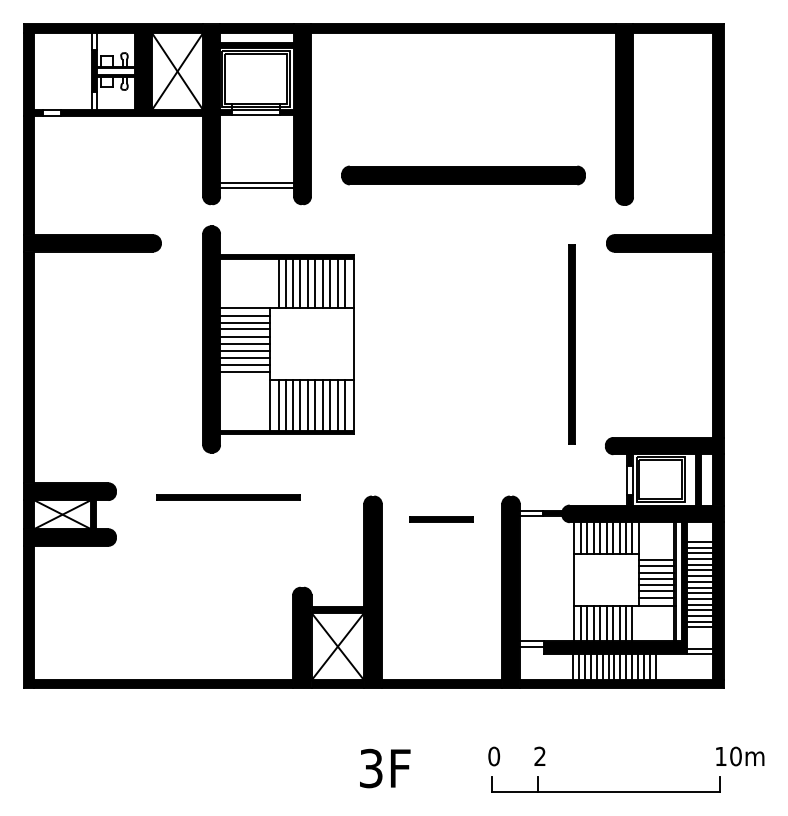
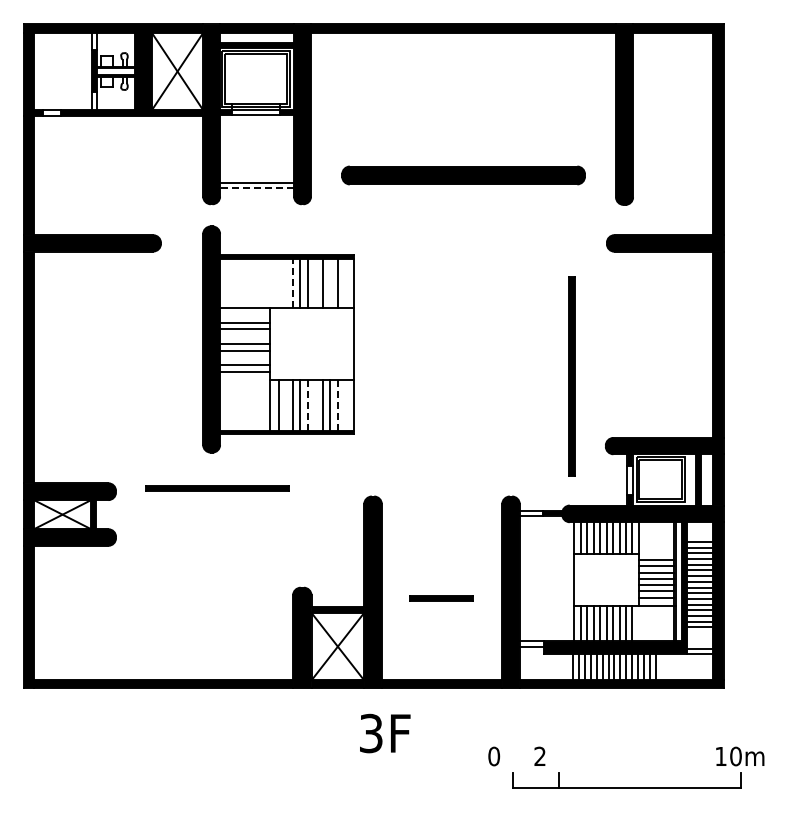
line at (257, 188): solid -> dashed
line at (278, 283): present -> none
line at (286, 283): present -> none
line at (293, 283): solid -> dashed
line at (314, 283): present -> none
line at (329, 283): present -> none
line at (345, 283): present -> none
line at (244, 315): present -> none
line at (244, 337): present -> none
part at (571, 344) position: (571, 344) -> (571, 376)
line at (244, 357): present -> none
line at (286, 405): present -> none
line at (307, 405): solid -> dashed
line at (314, 405): present -> none
line at (338, 405): solid -> dashed
line at (345, 405): present -> none
part at (228, 497) position: (228, 497) -> (217, 488)
part at (441, 519) position: (441, 519) -> (441, 598)
text at (385, 768) position: (385, 768) -> (385, 733)
part at (605, 791) position: (605, 791) -> (626, 787)
